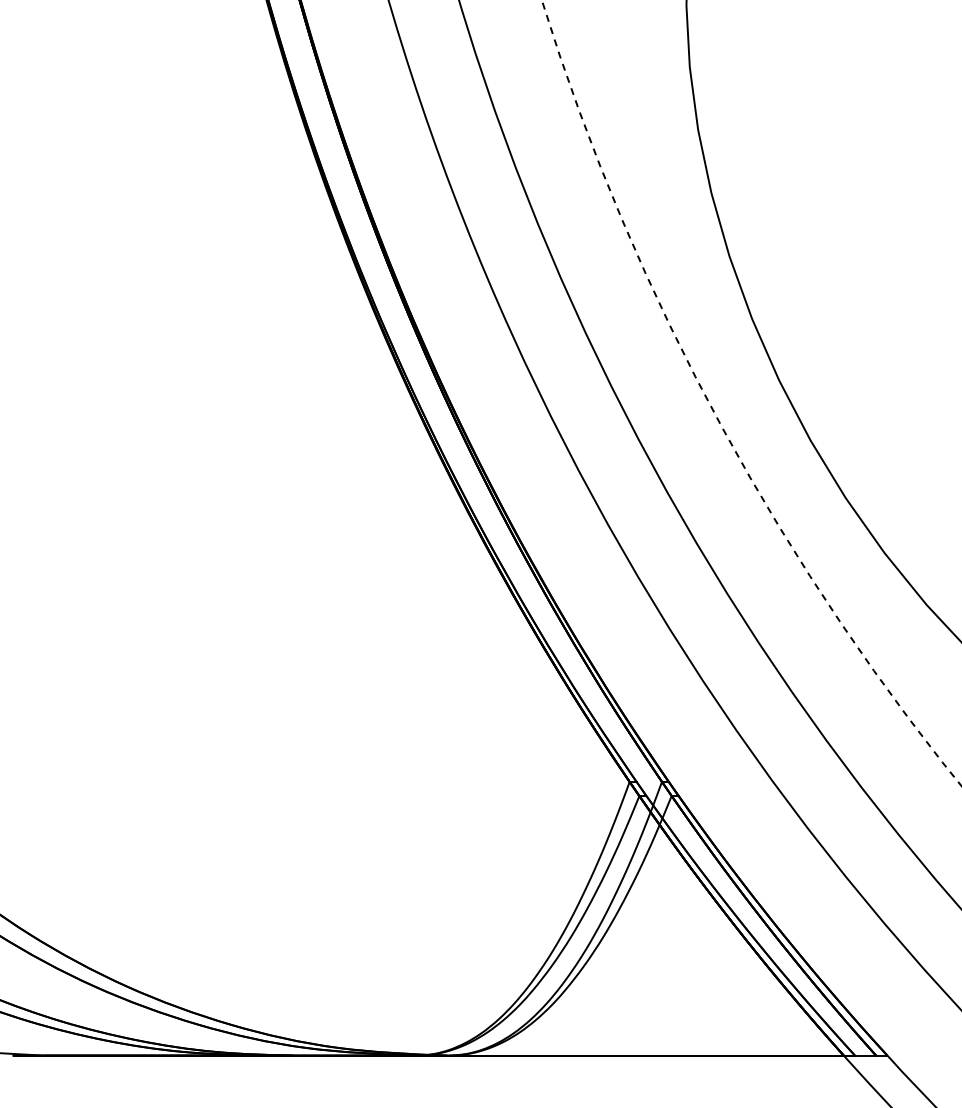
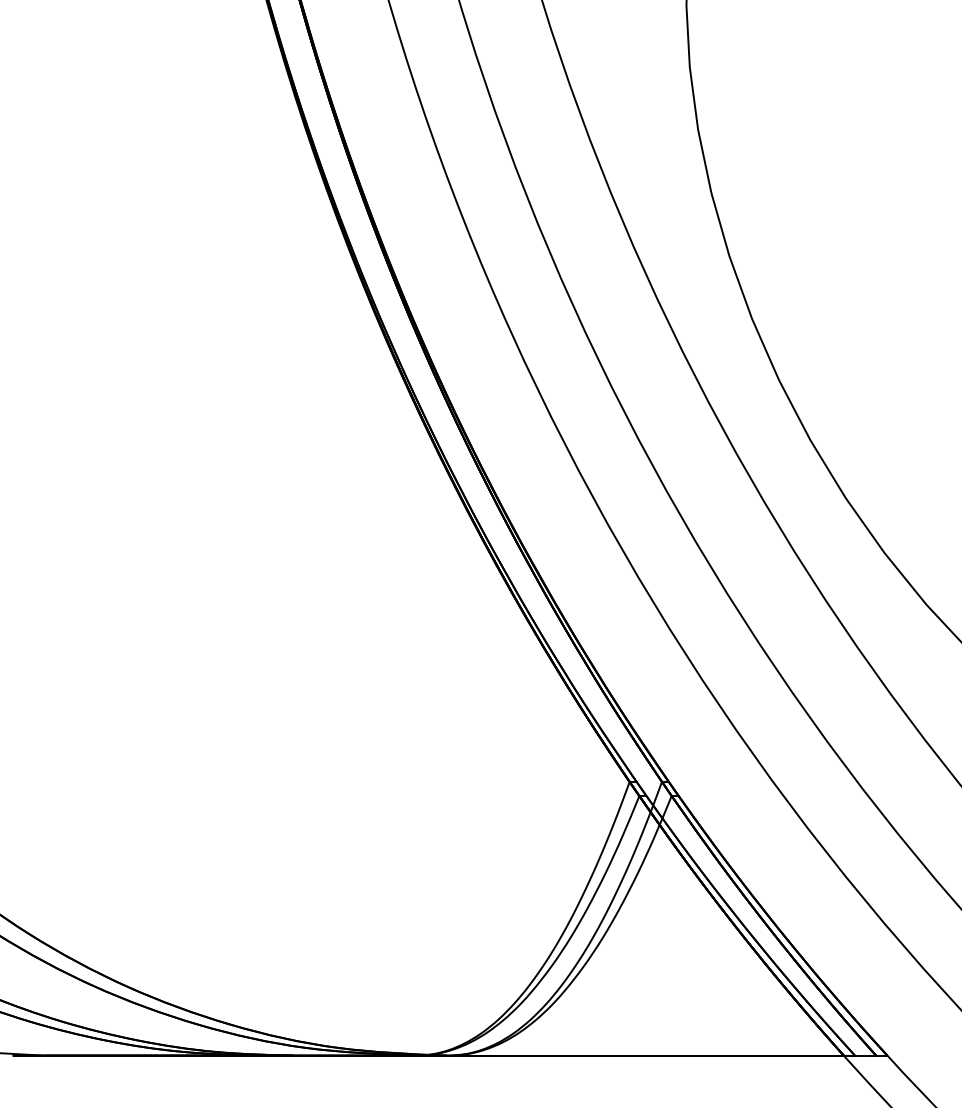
circle at (751, 393): dashed -> solid
